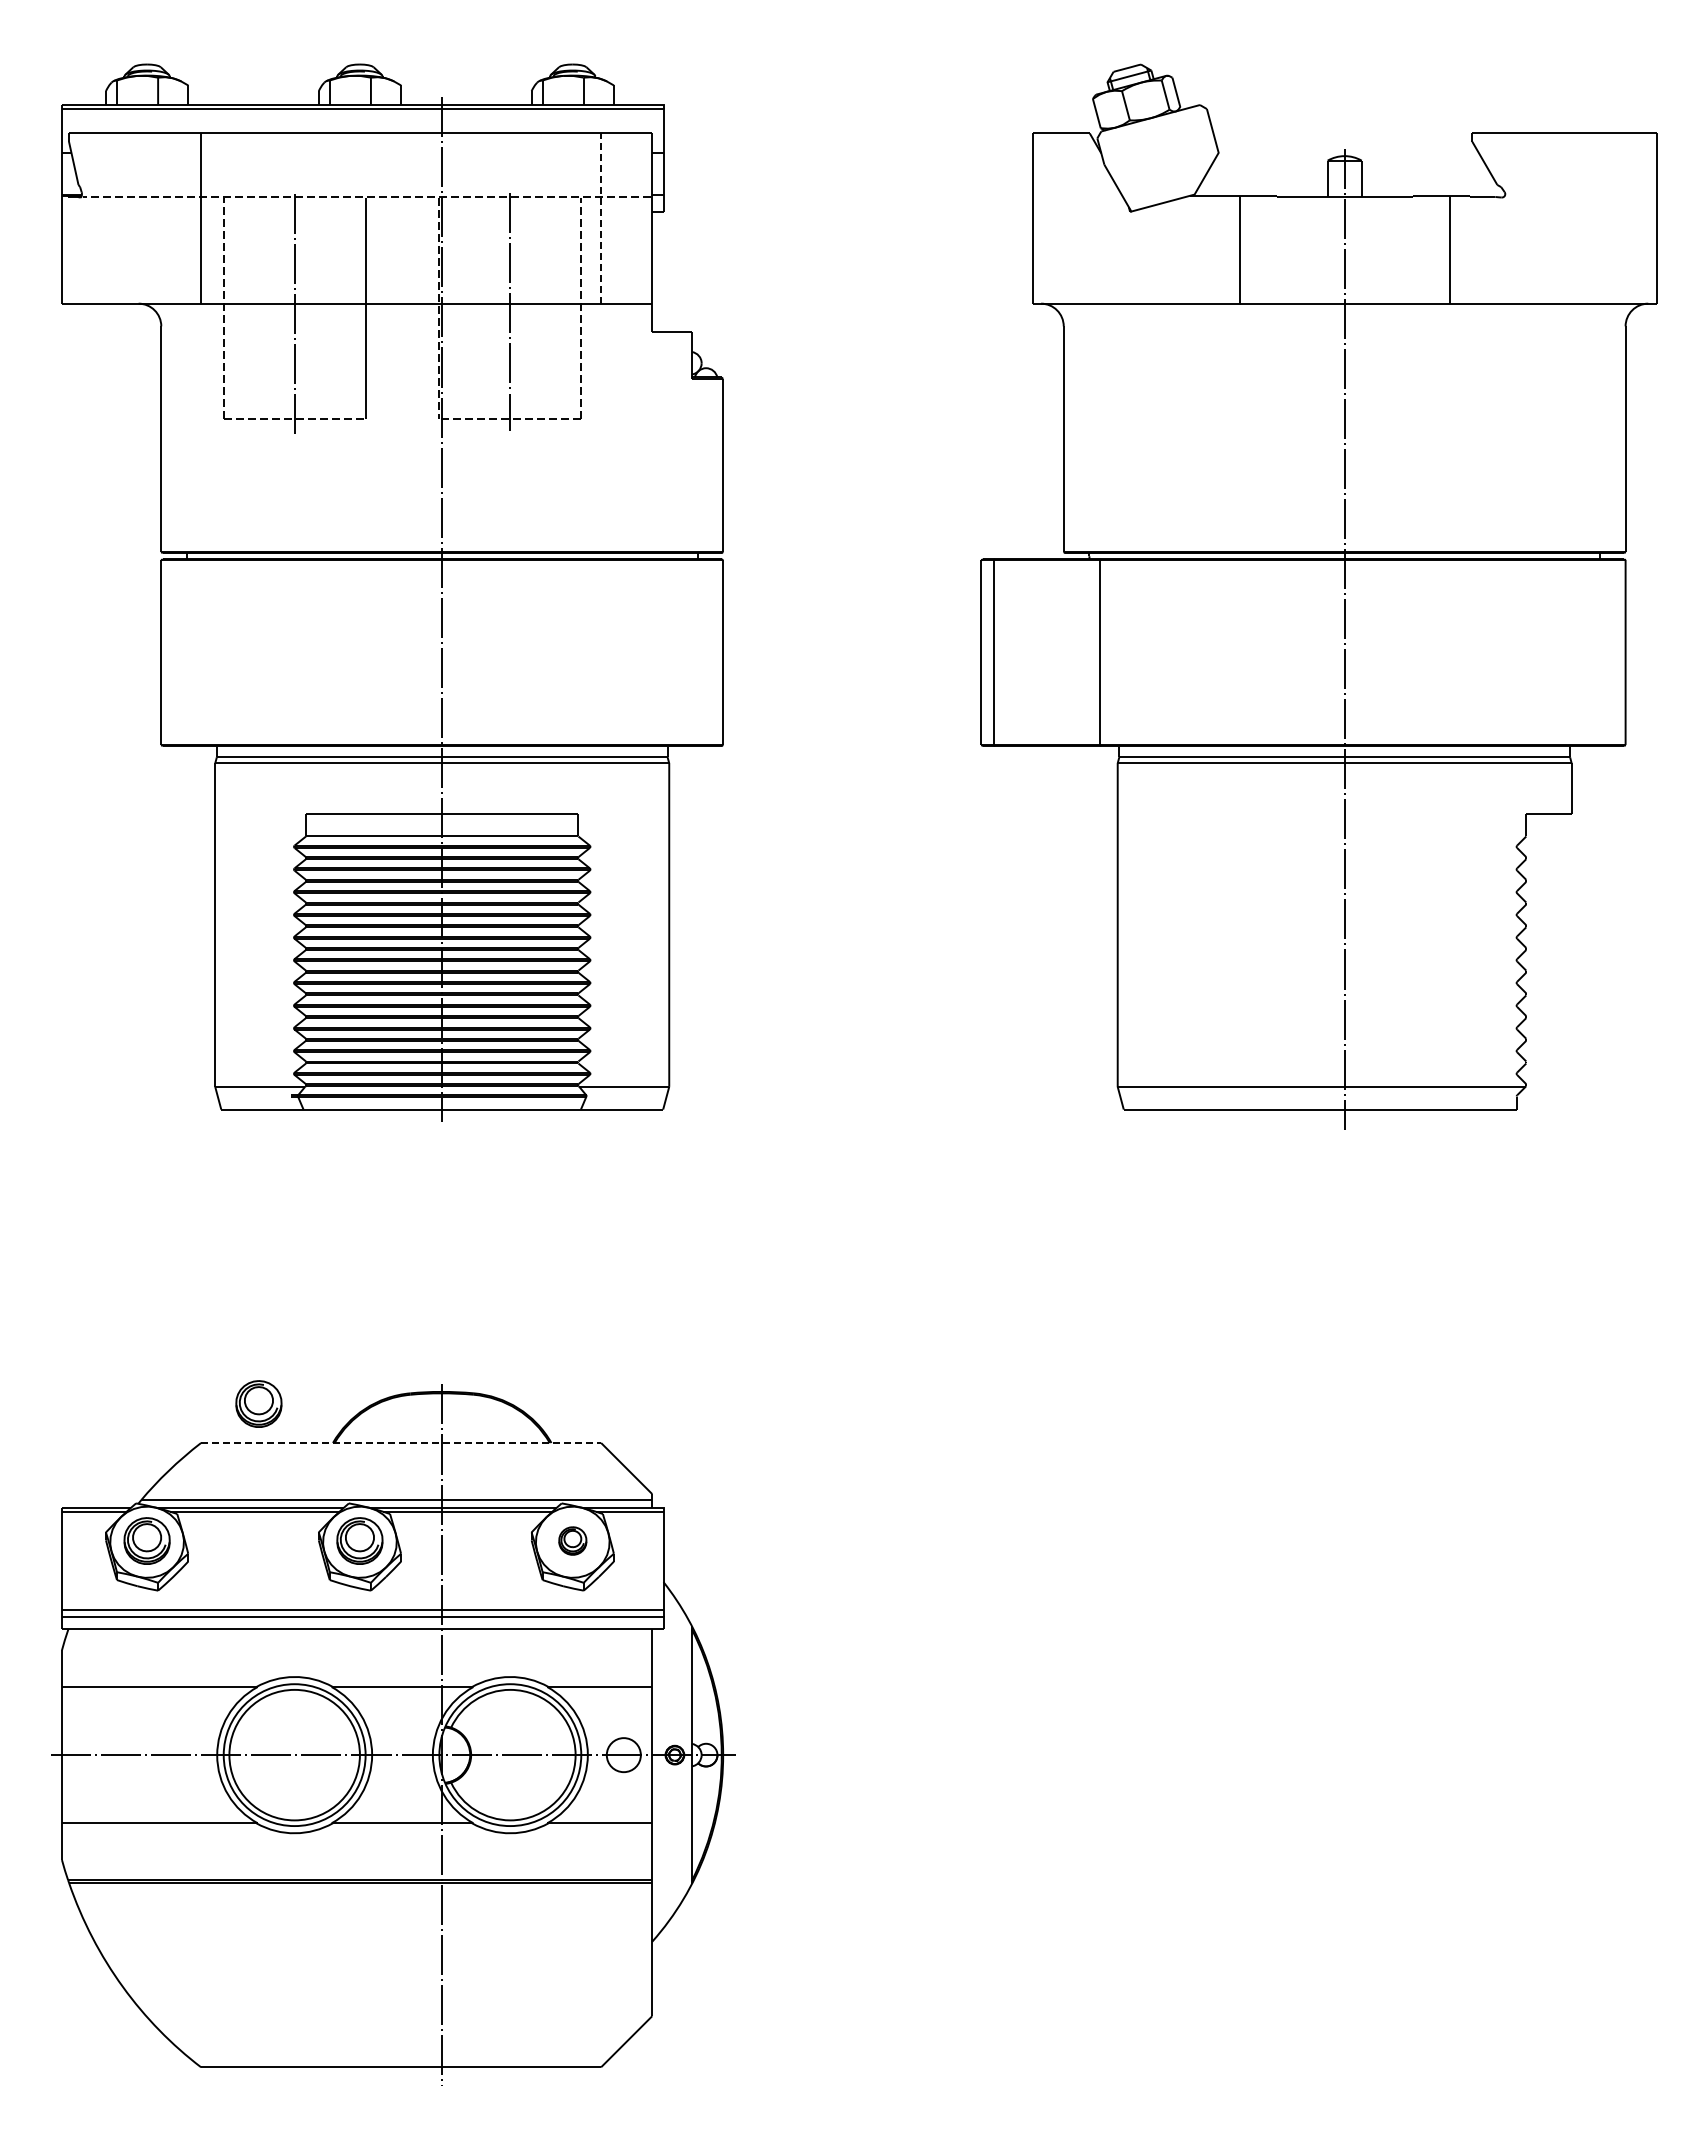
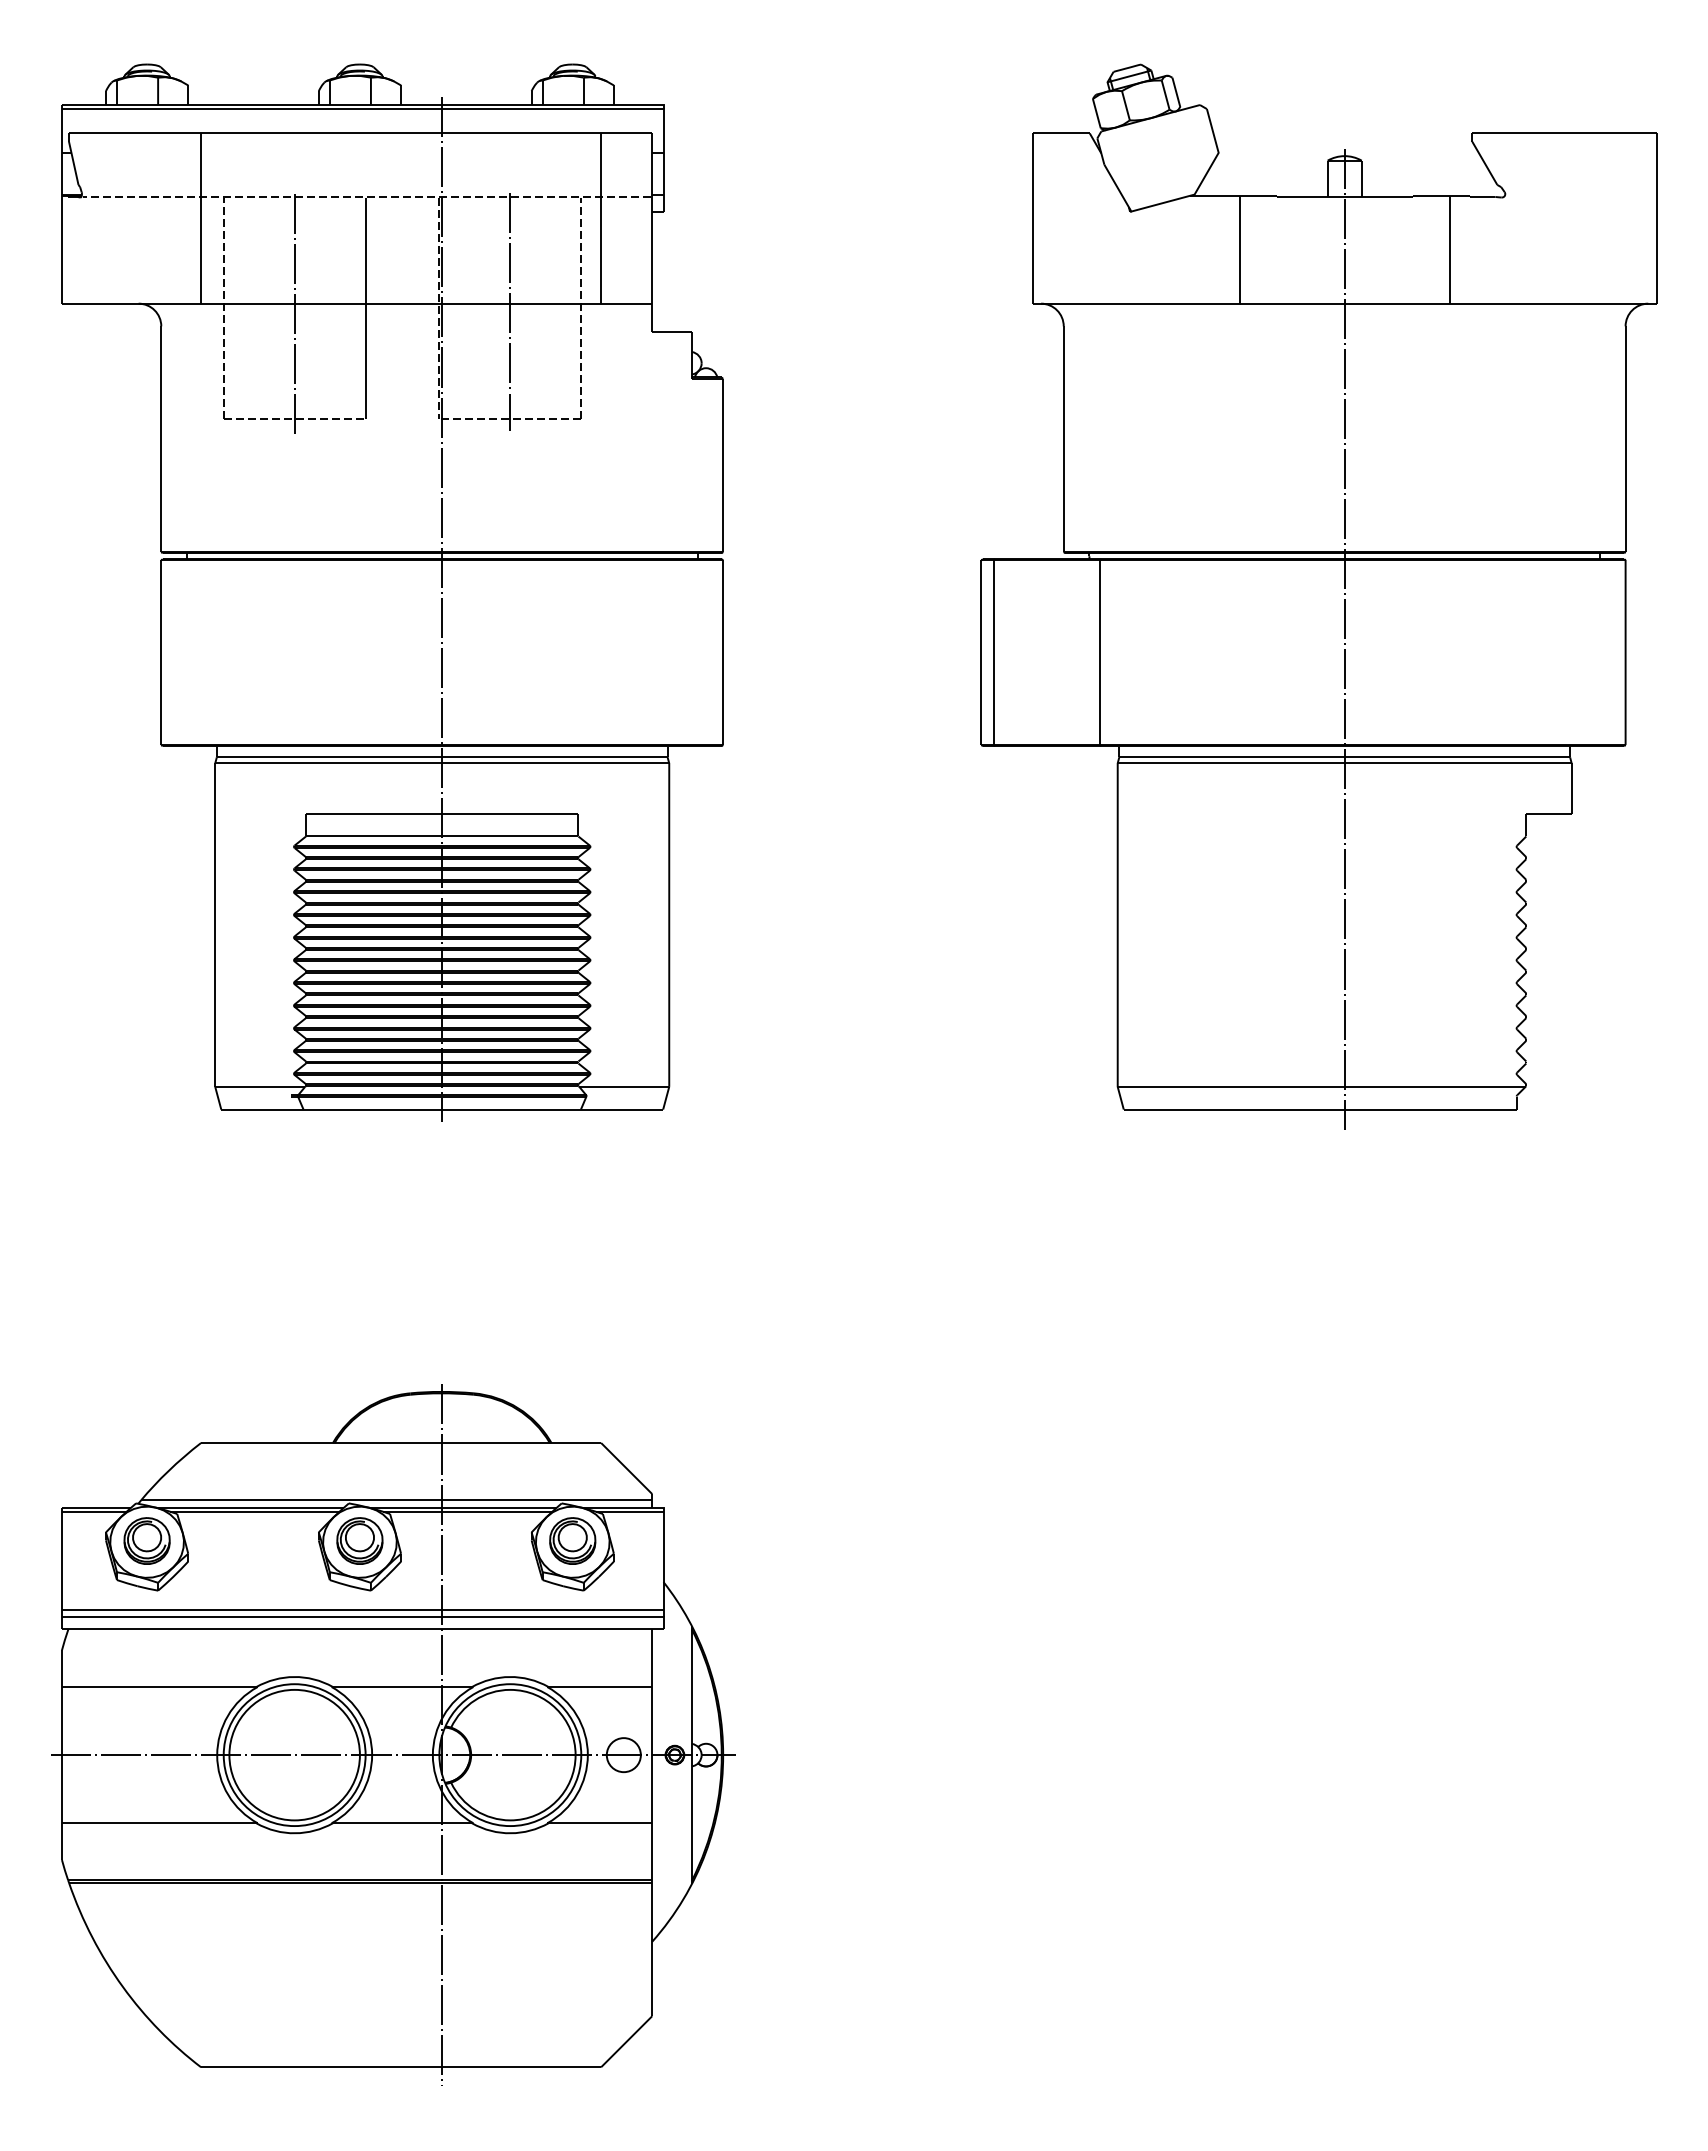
line at (601, 218): dashed -> solid
part at (258, 1403): present -> none
line at (401, 1443): dashed -> solid
part at (572, 1540) size: 30x30 px -> 48x48 px
